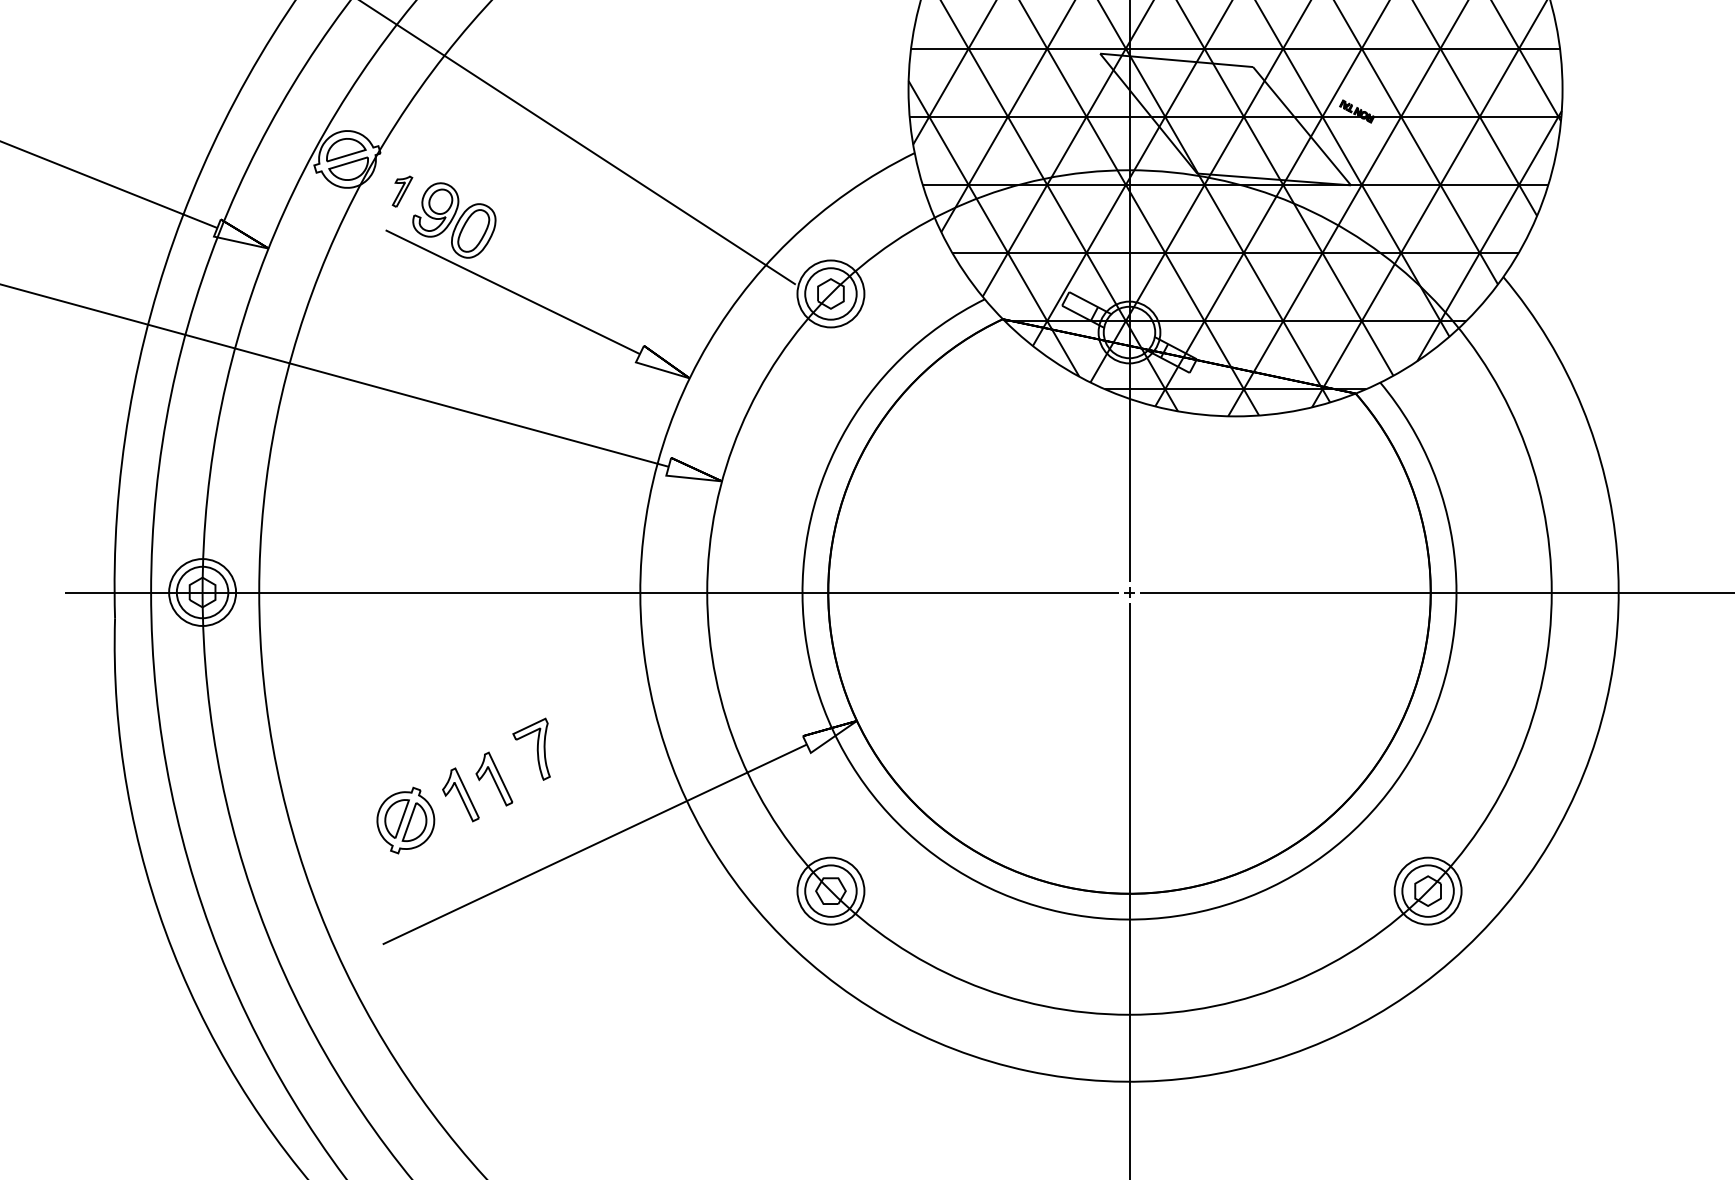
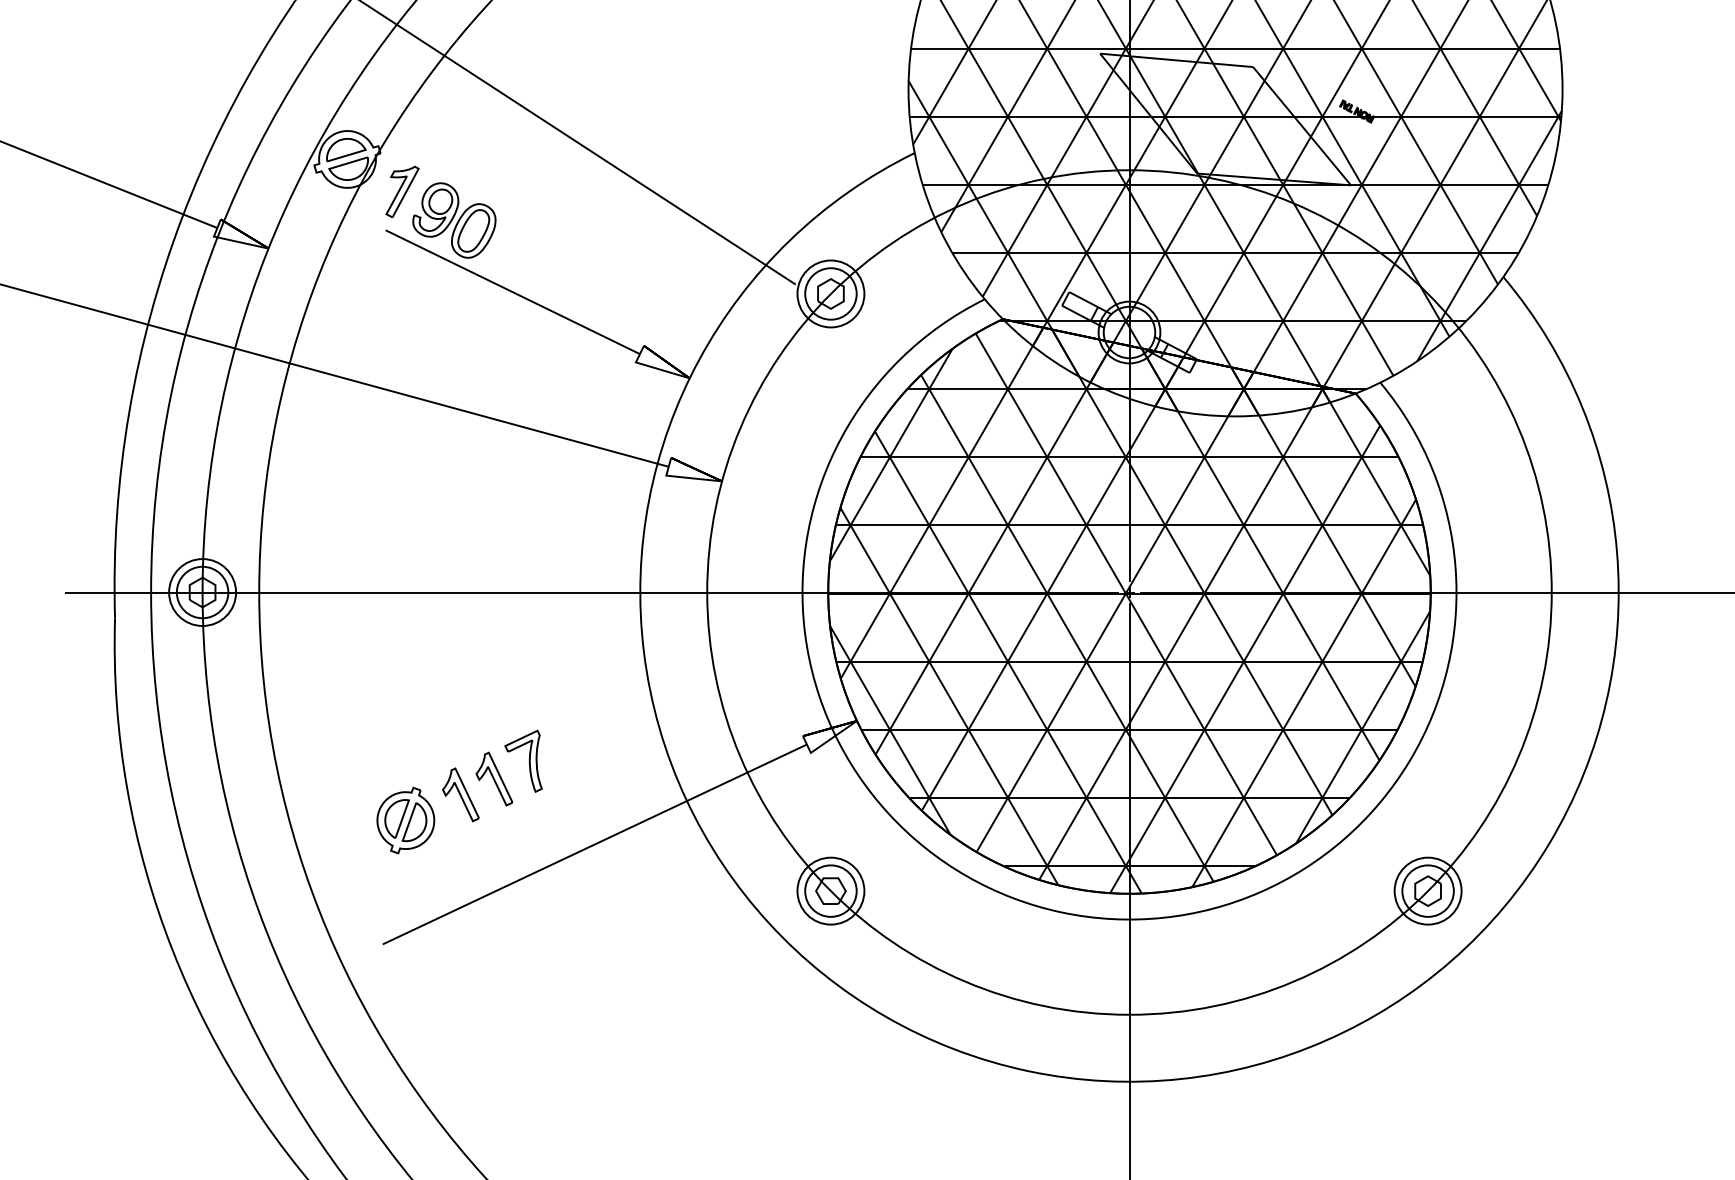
part at (402, 191) size: 23x33 px -> 35x53 px
hatch at (1129, 607): none -> present
part at (531, 748) position: (531, 748) -> (523, 760)
